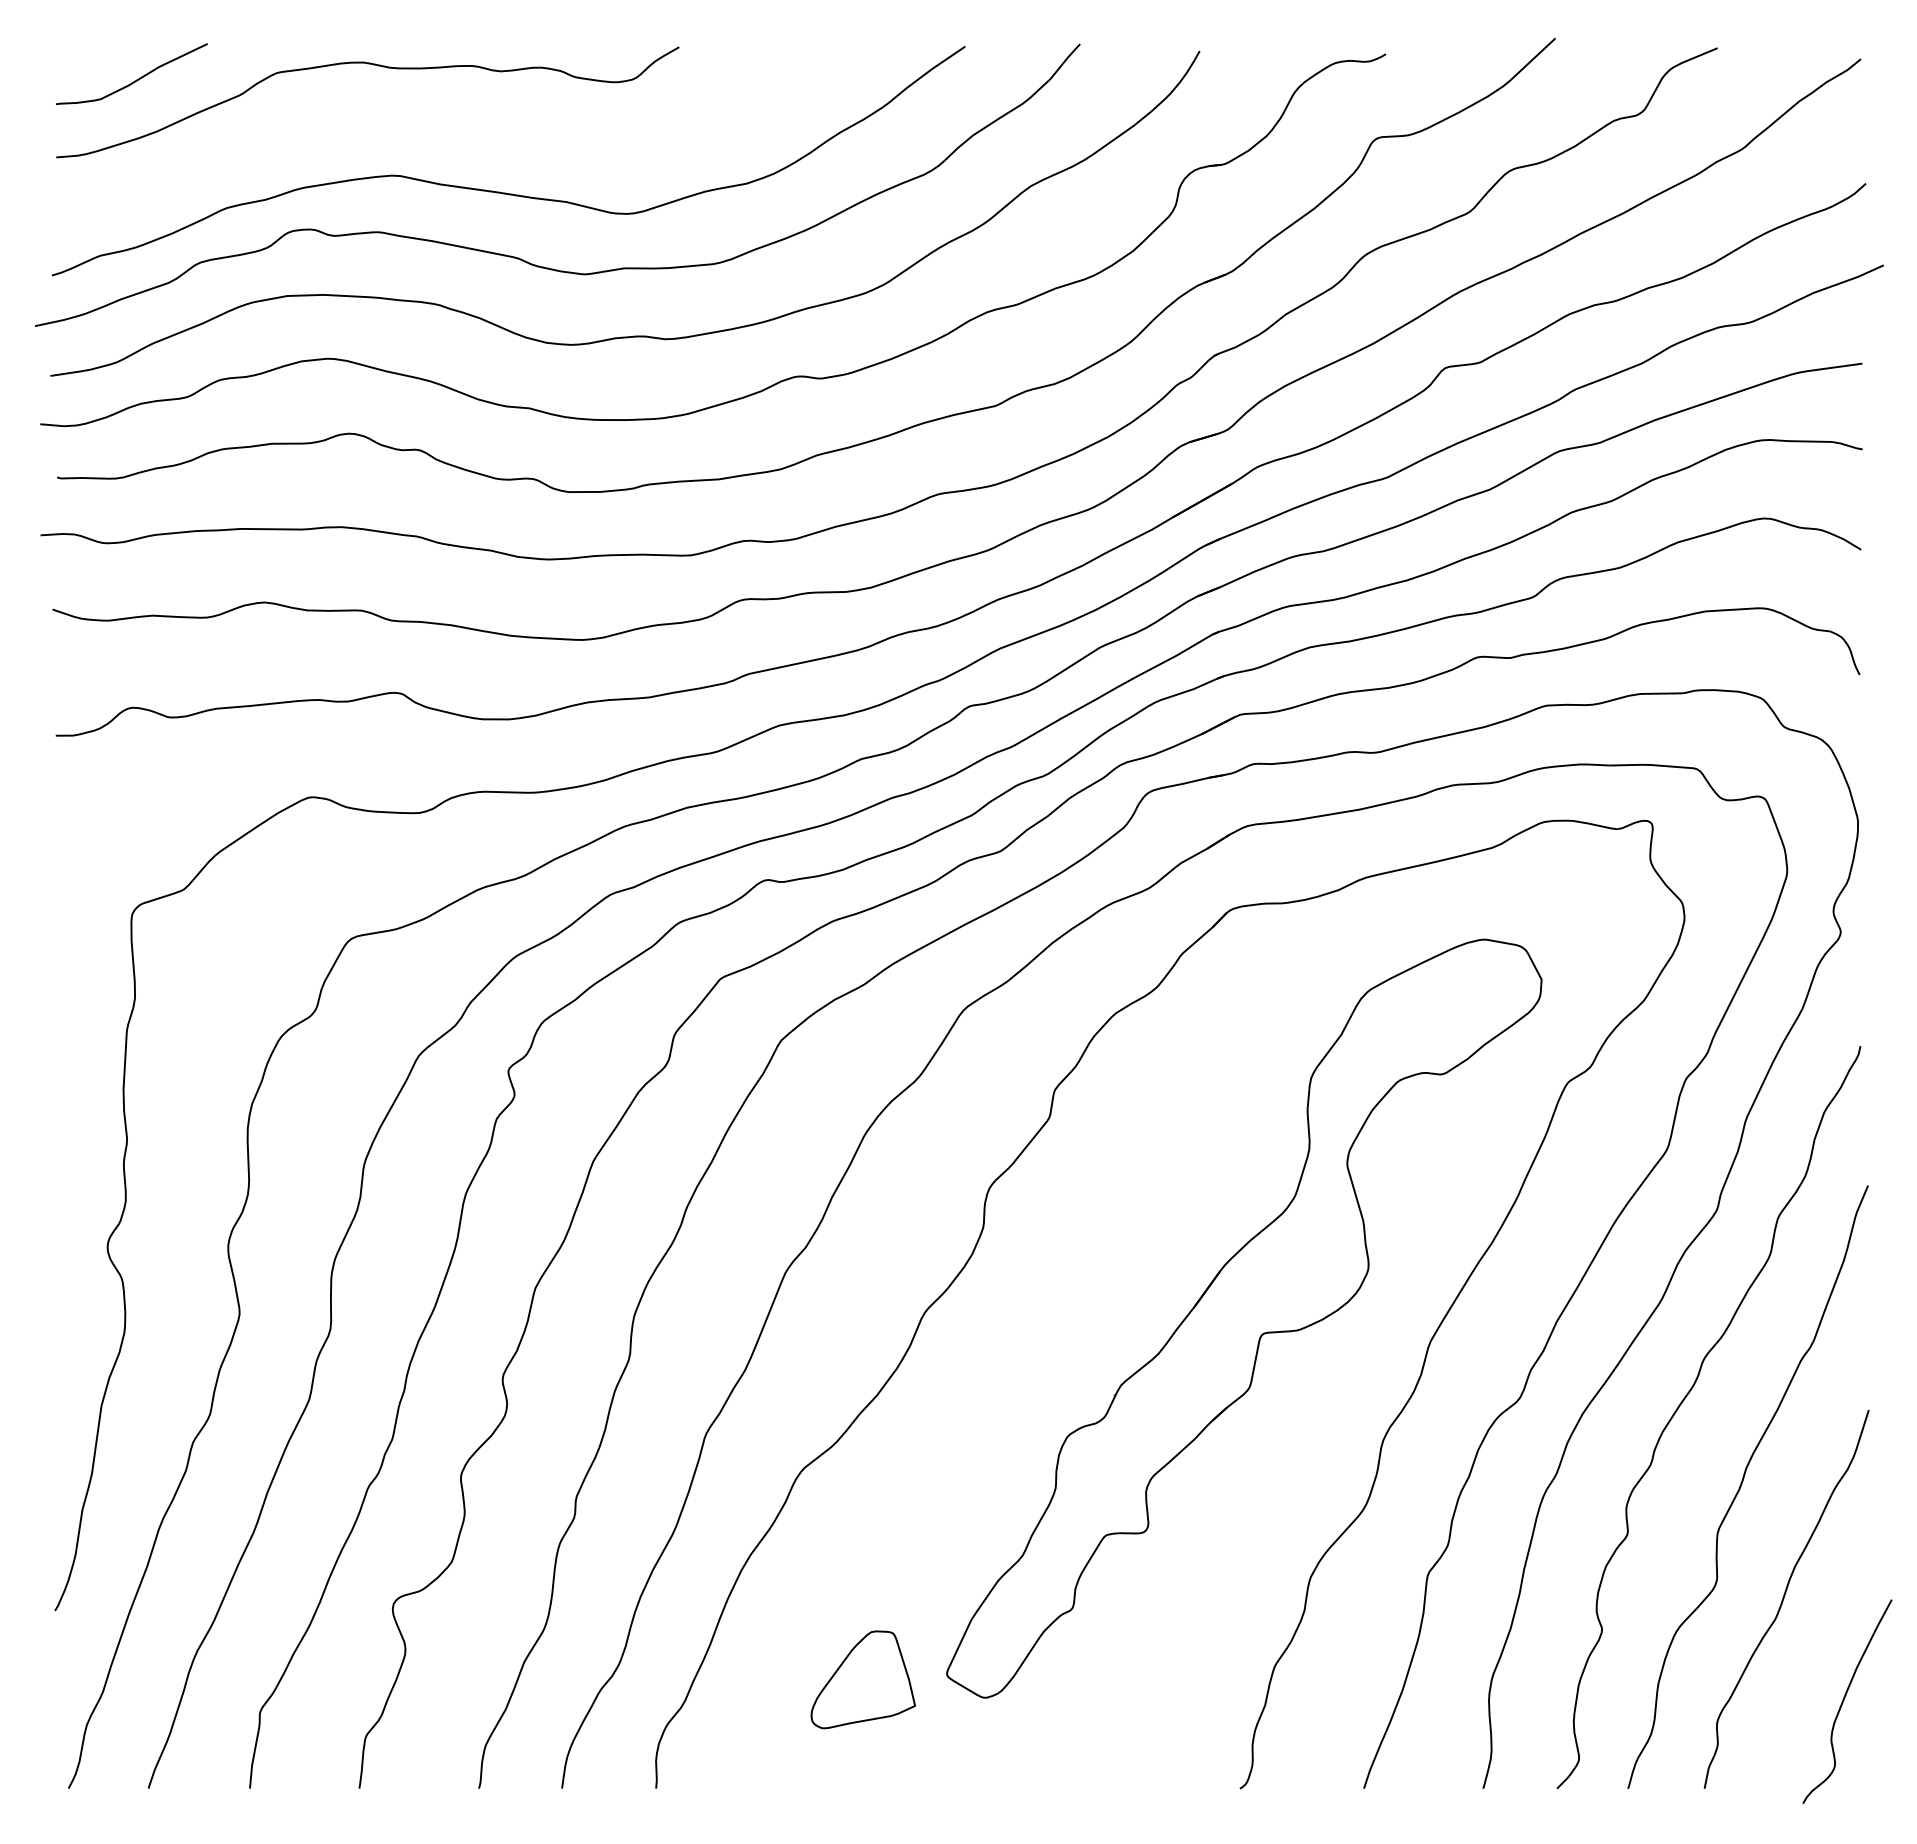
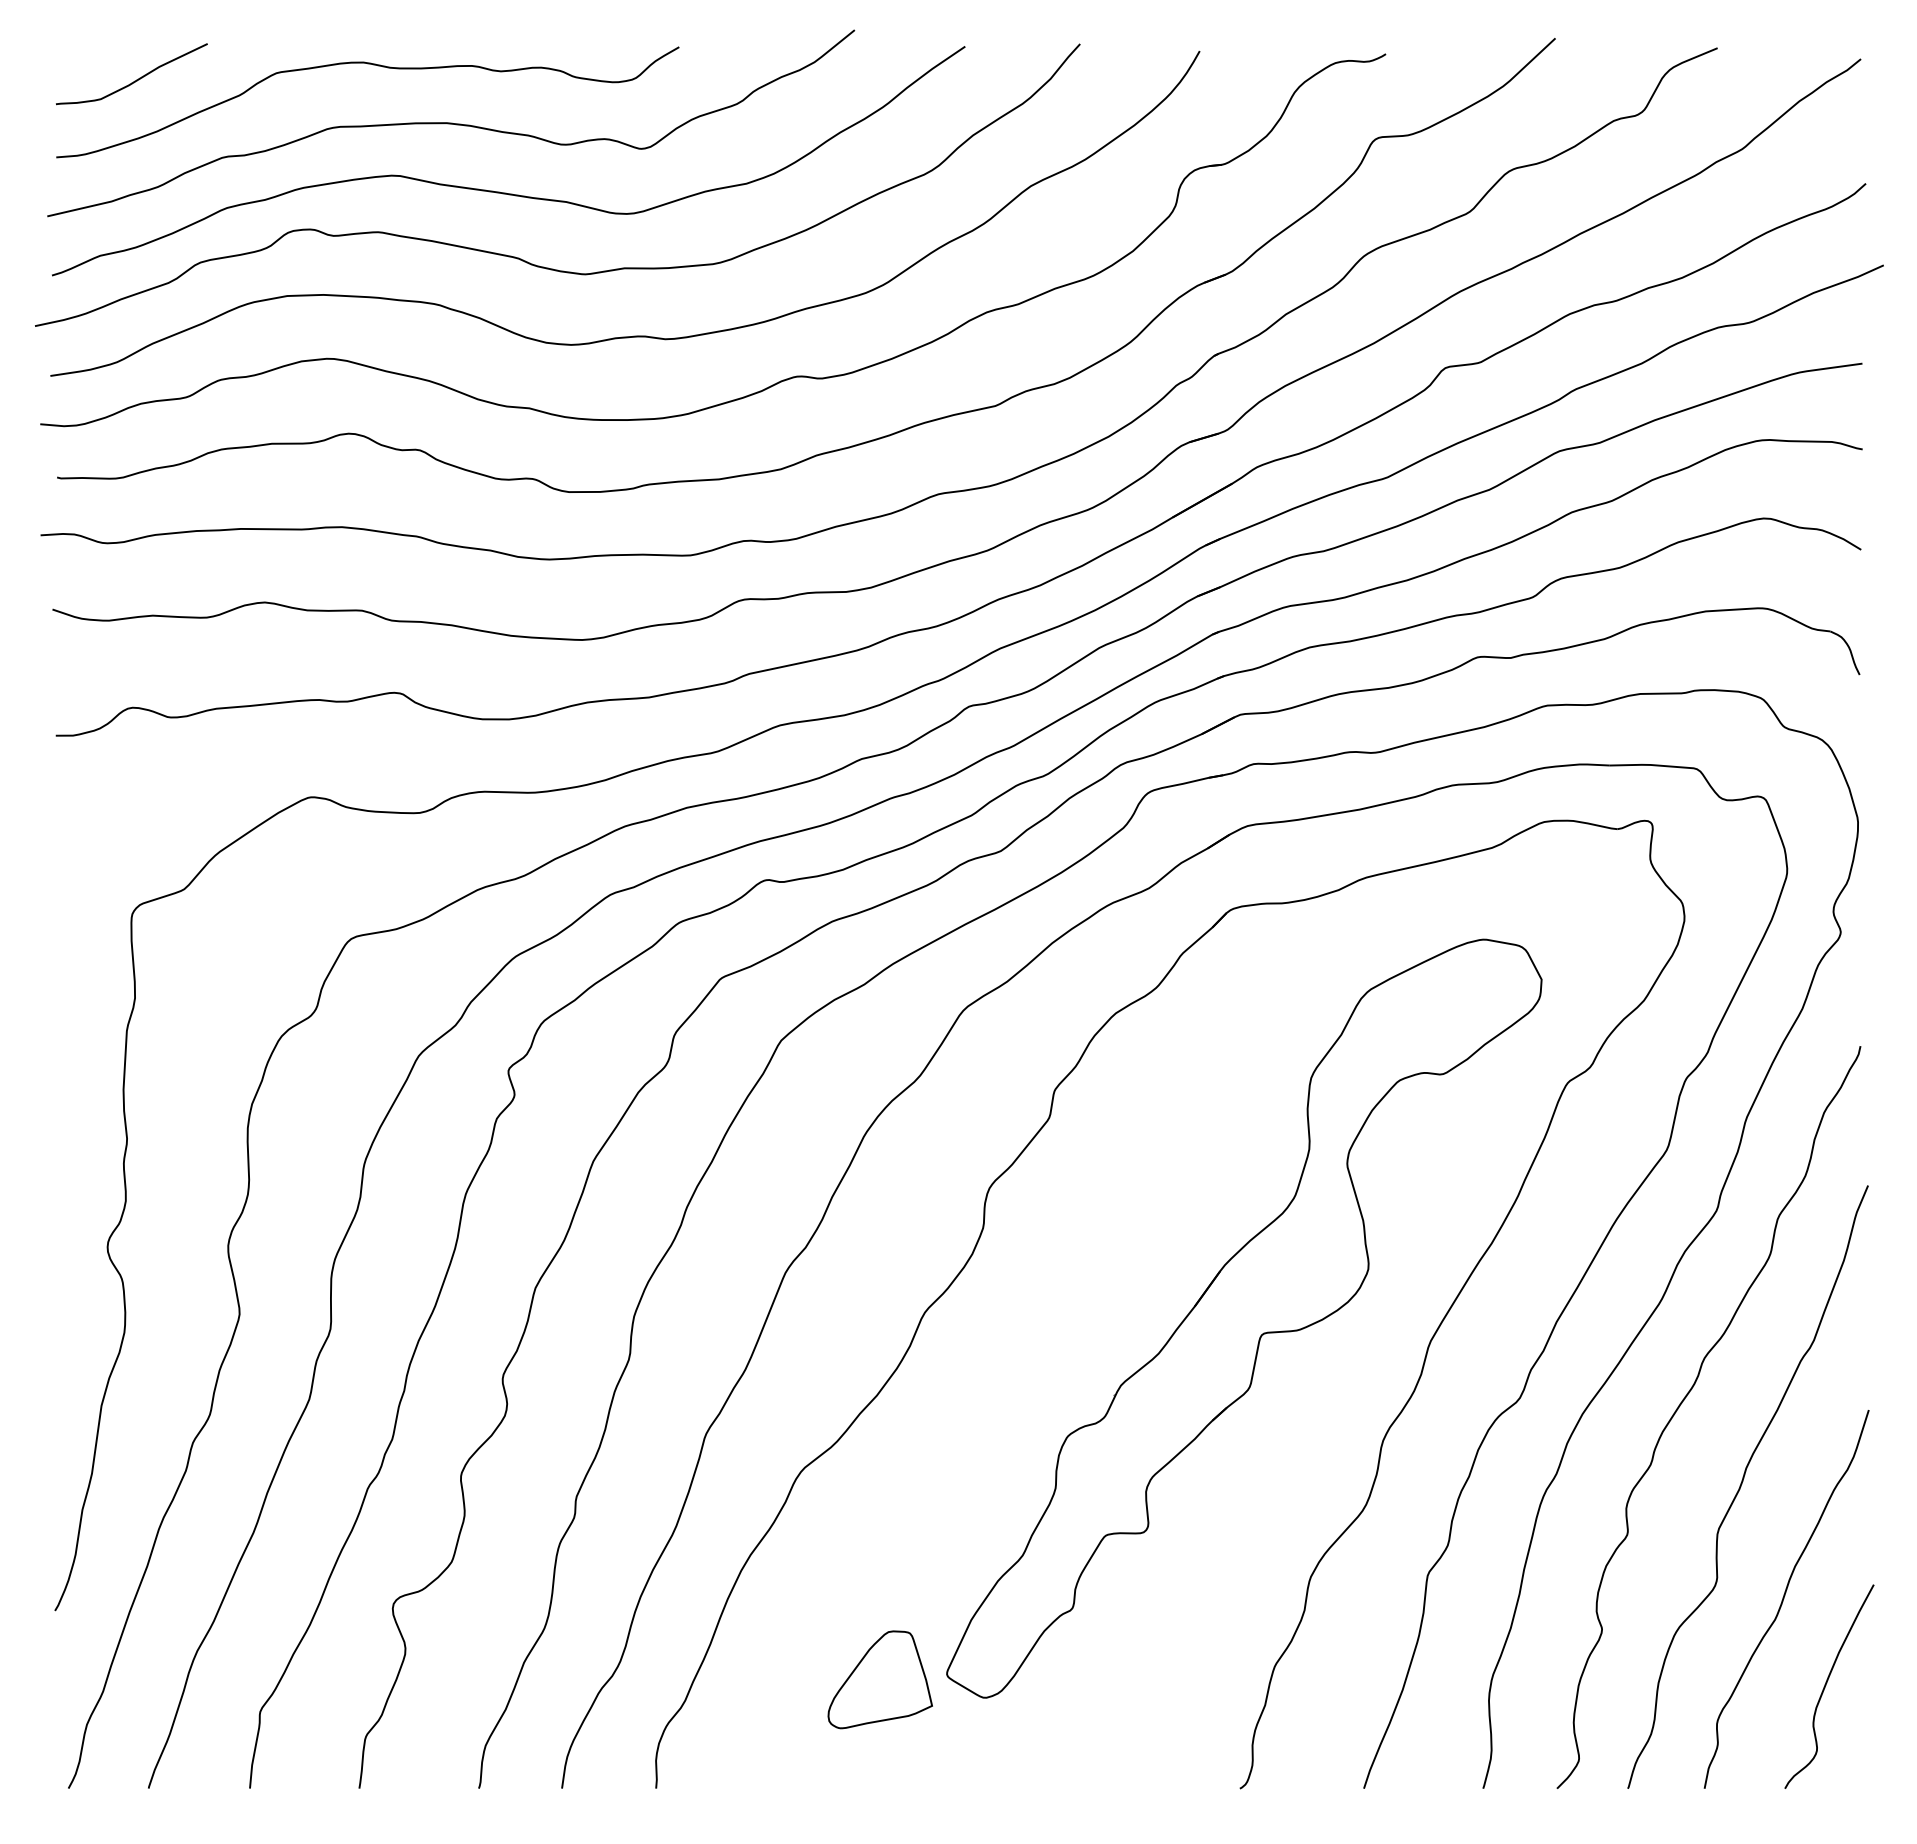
curve at (451, 123): none -> present
part at (862, 1679) position: (862, 1679) -> (879, 1679)
curve at (1844, 1700) position: (1844, 1700) -> (1826, 1685)
